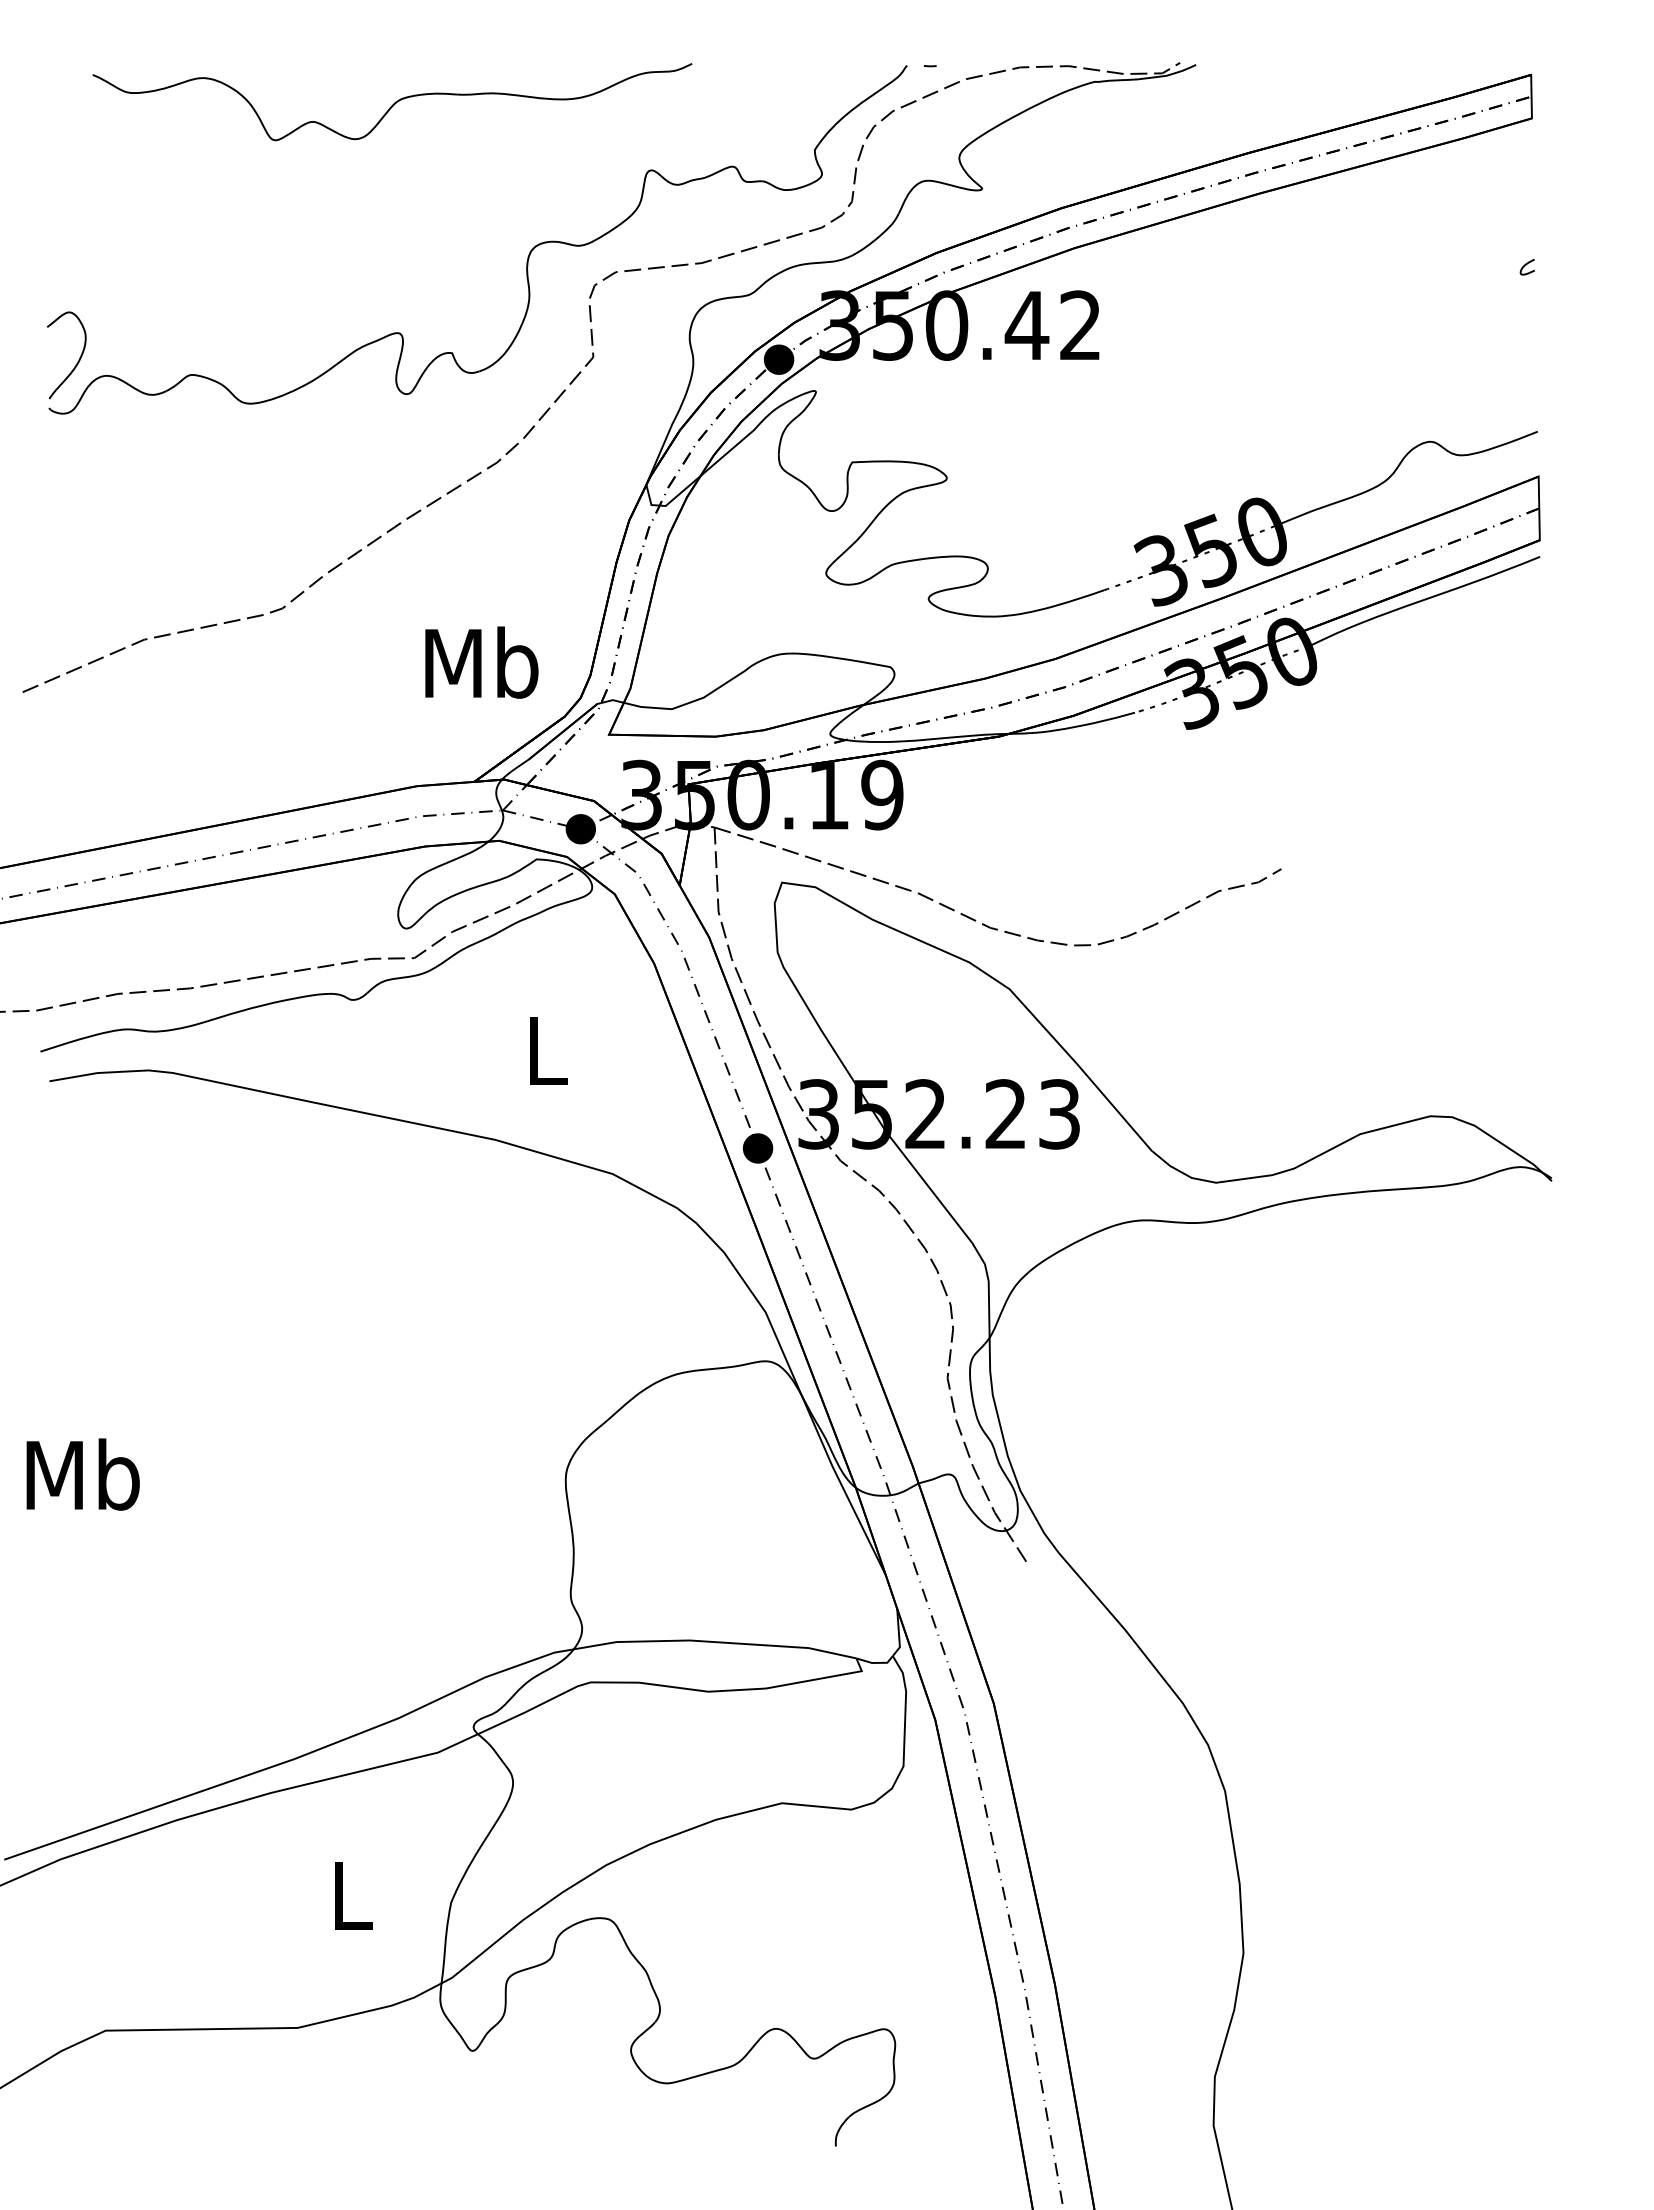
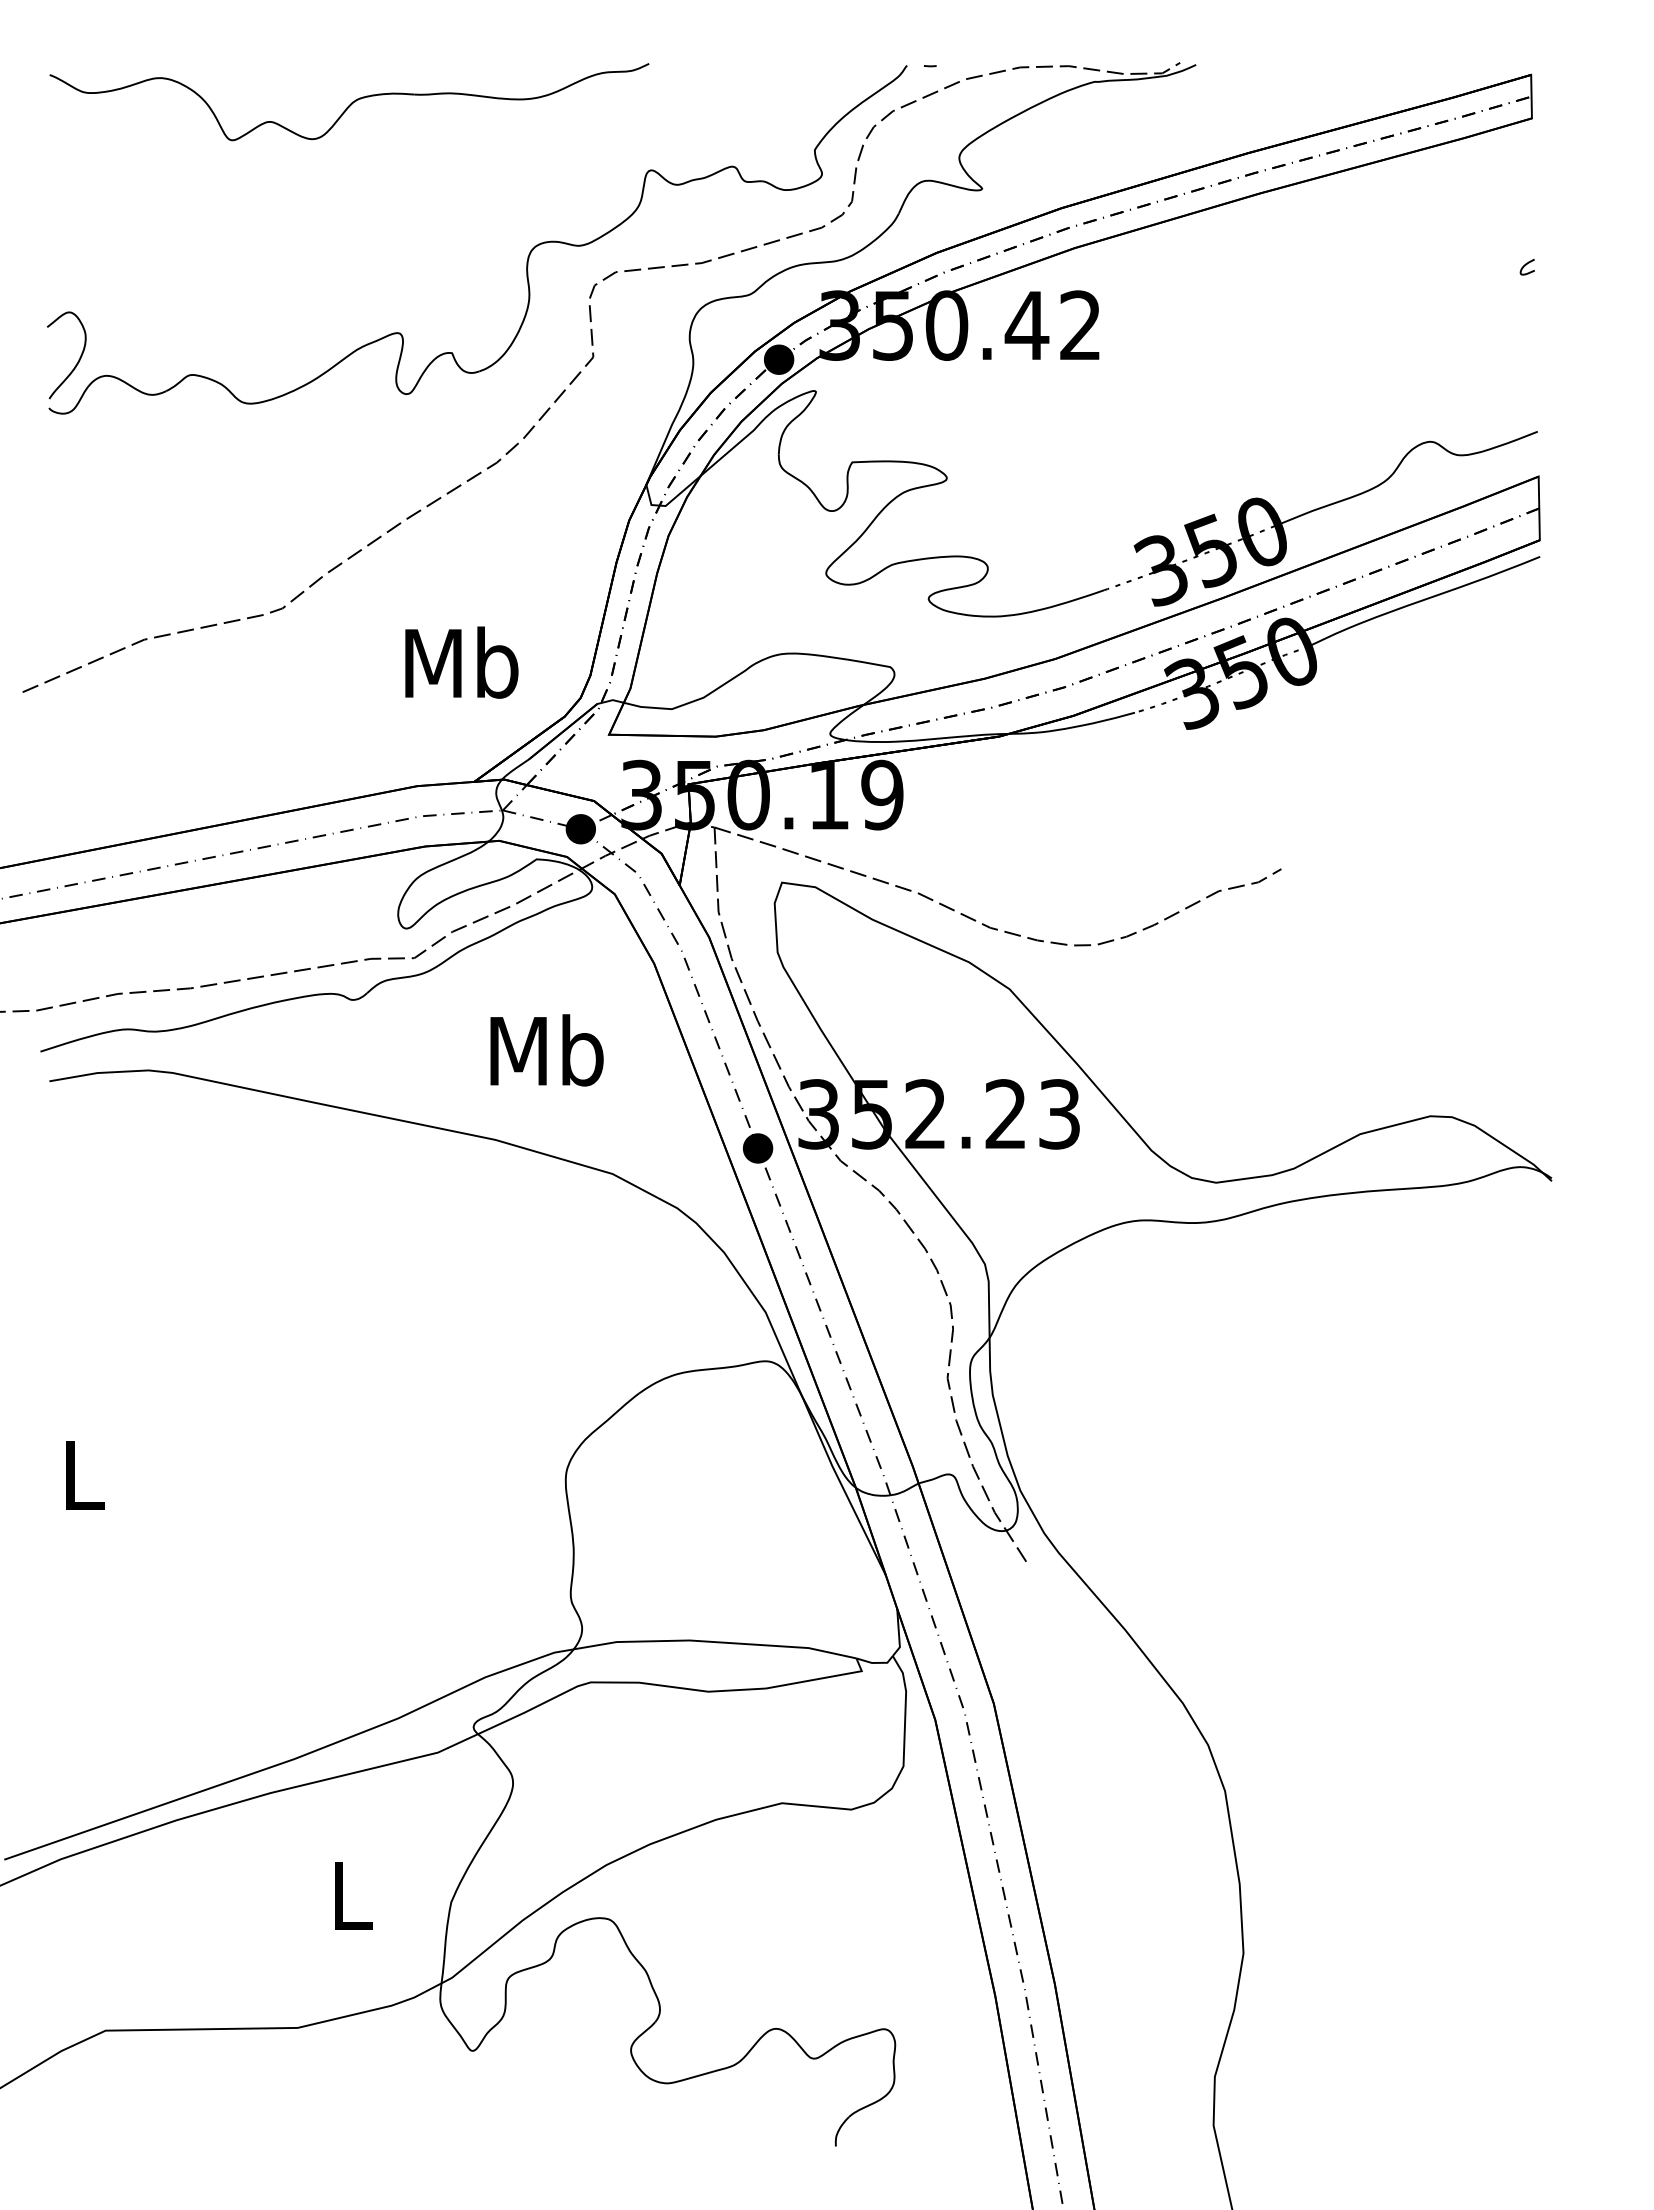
part at (392, 102) position: (392, 102) -> (349, 102)
text at (481, 662) position: (481, 662) -> (461, 662)
text at (546, 1050): L -> Mb
text at (82, 1474): Mb -> L
